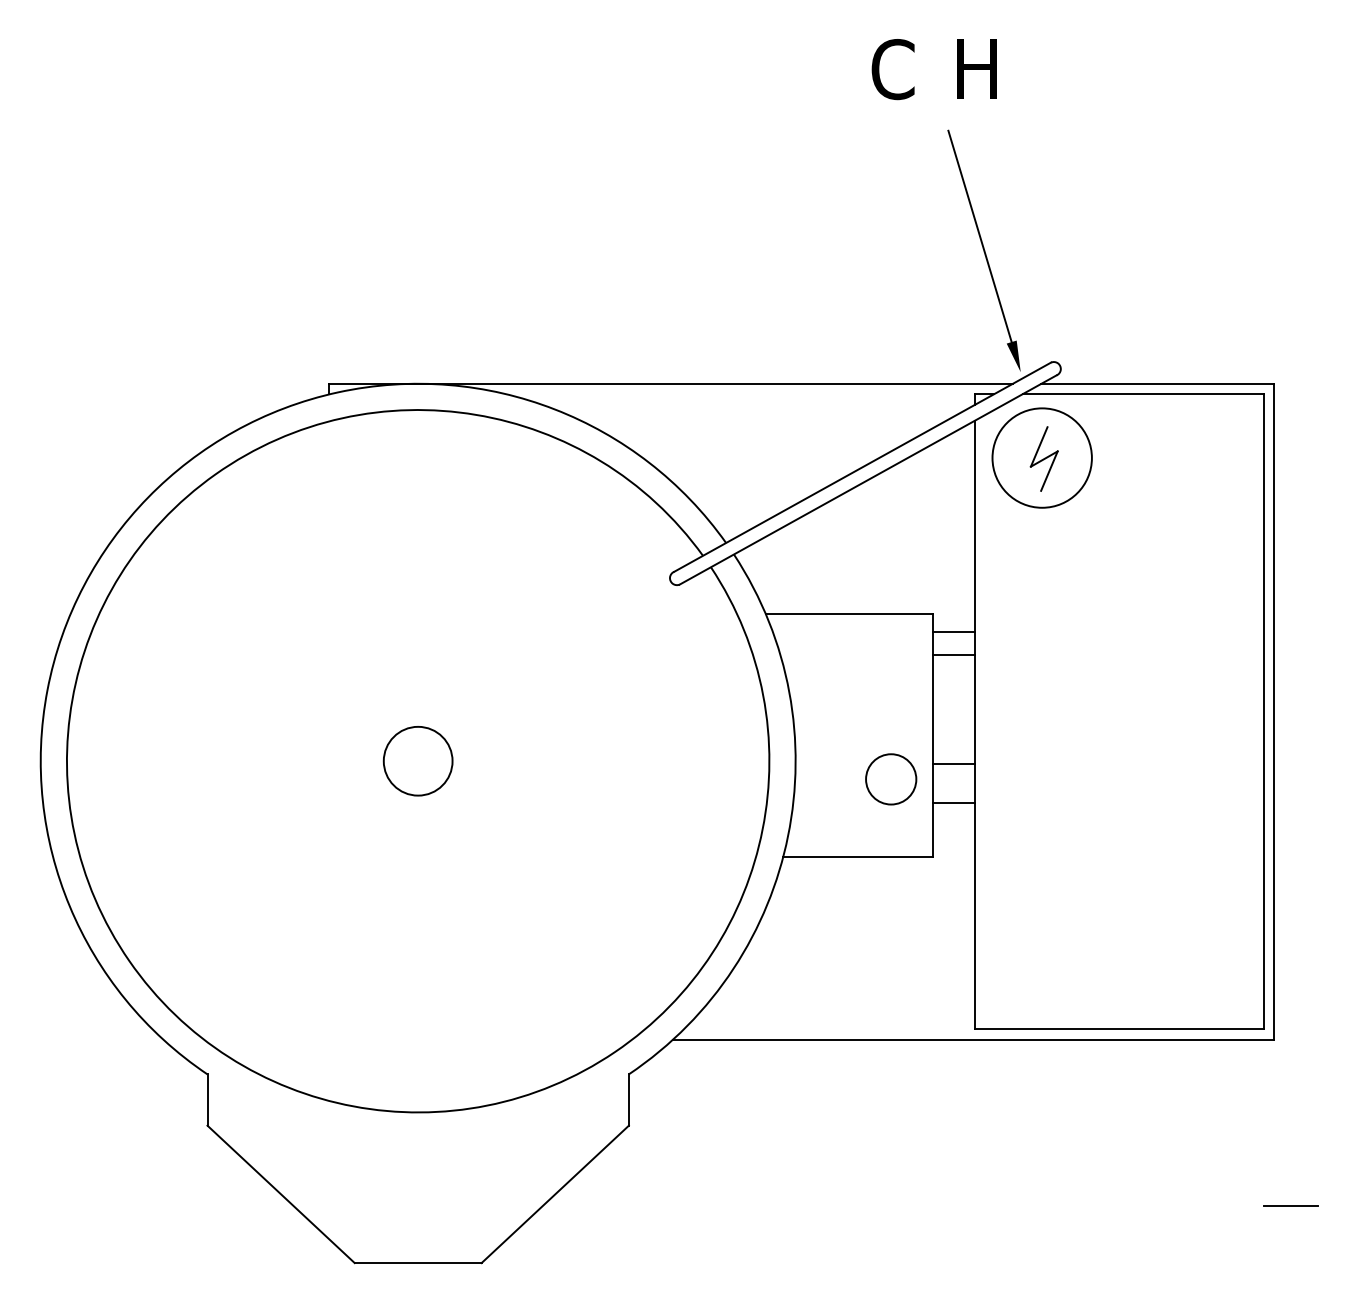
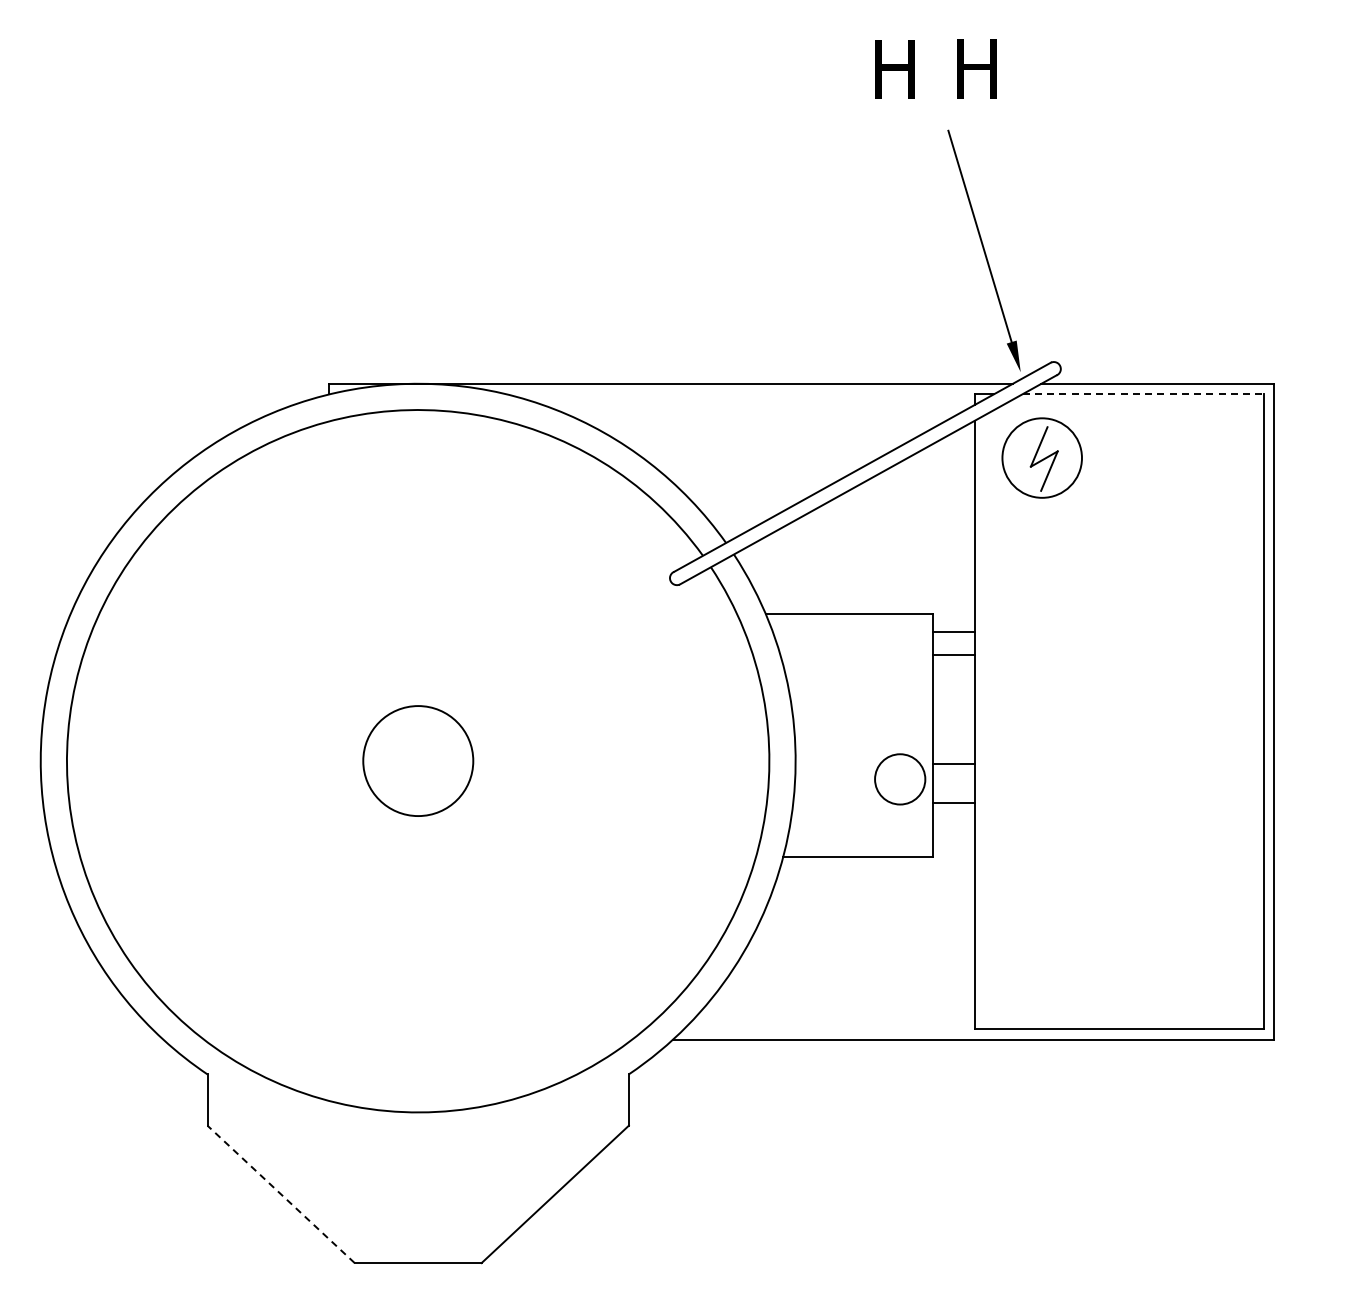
text at (892, 69): C -> H
line at (1143, 394): solid -> dashed
circle at (1041, 457) diameter: 99 px -> 80 px
circle at (417, 761) size: 72x71 px -> 113x112 px
circle at (891, 779) position: (891, 779) -> (900, 779)
line at (281, 1194): solid -> dashed
line at (1290, 1206): present -> none
